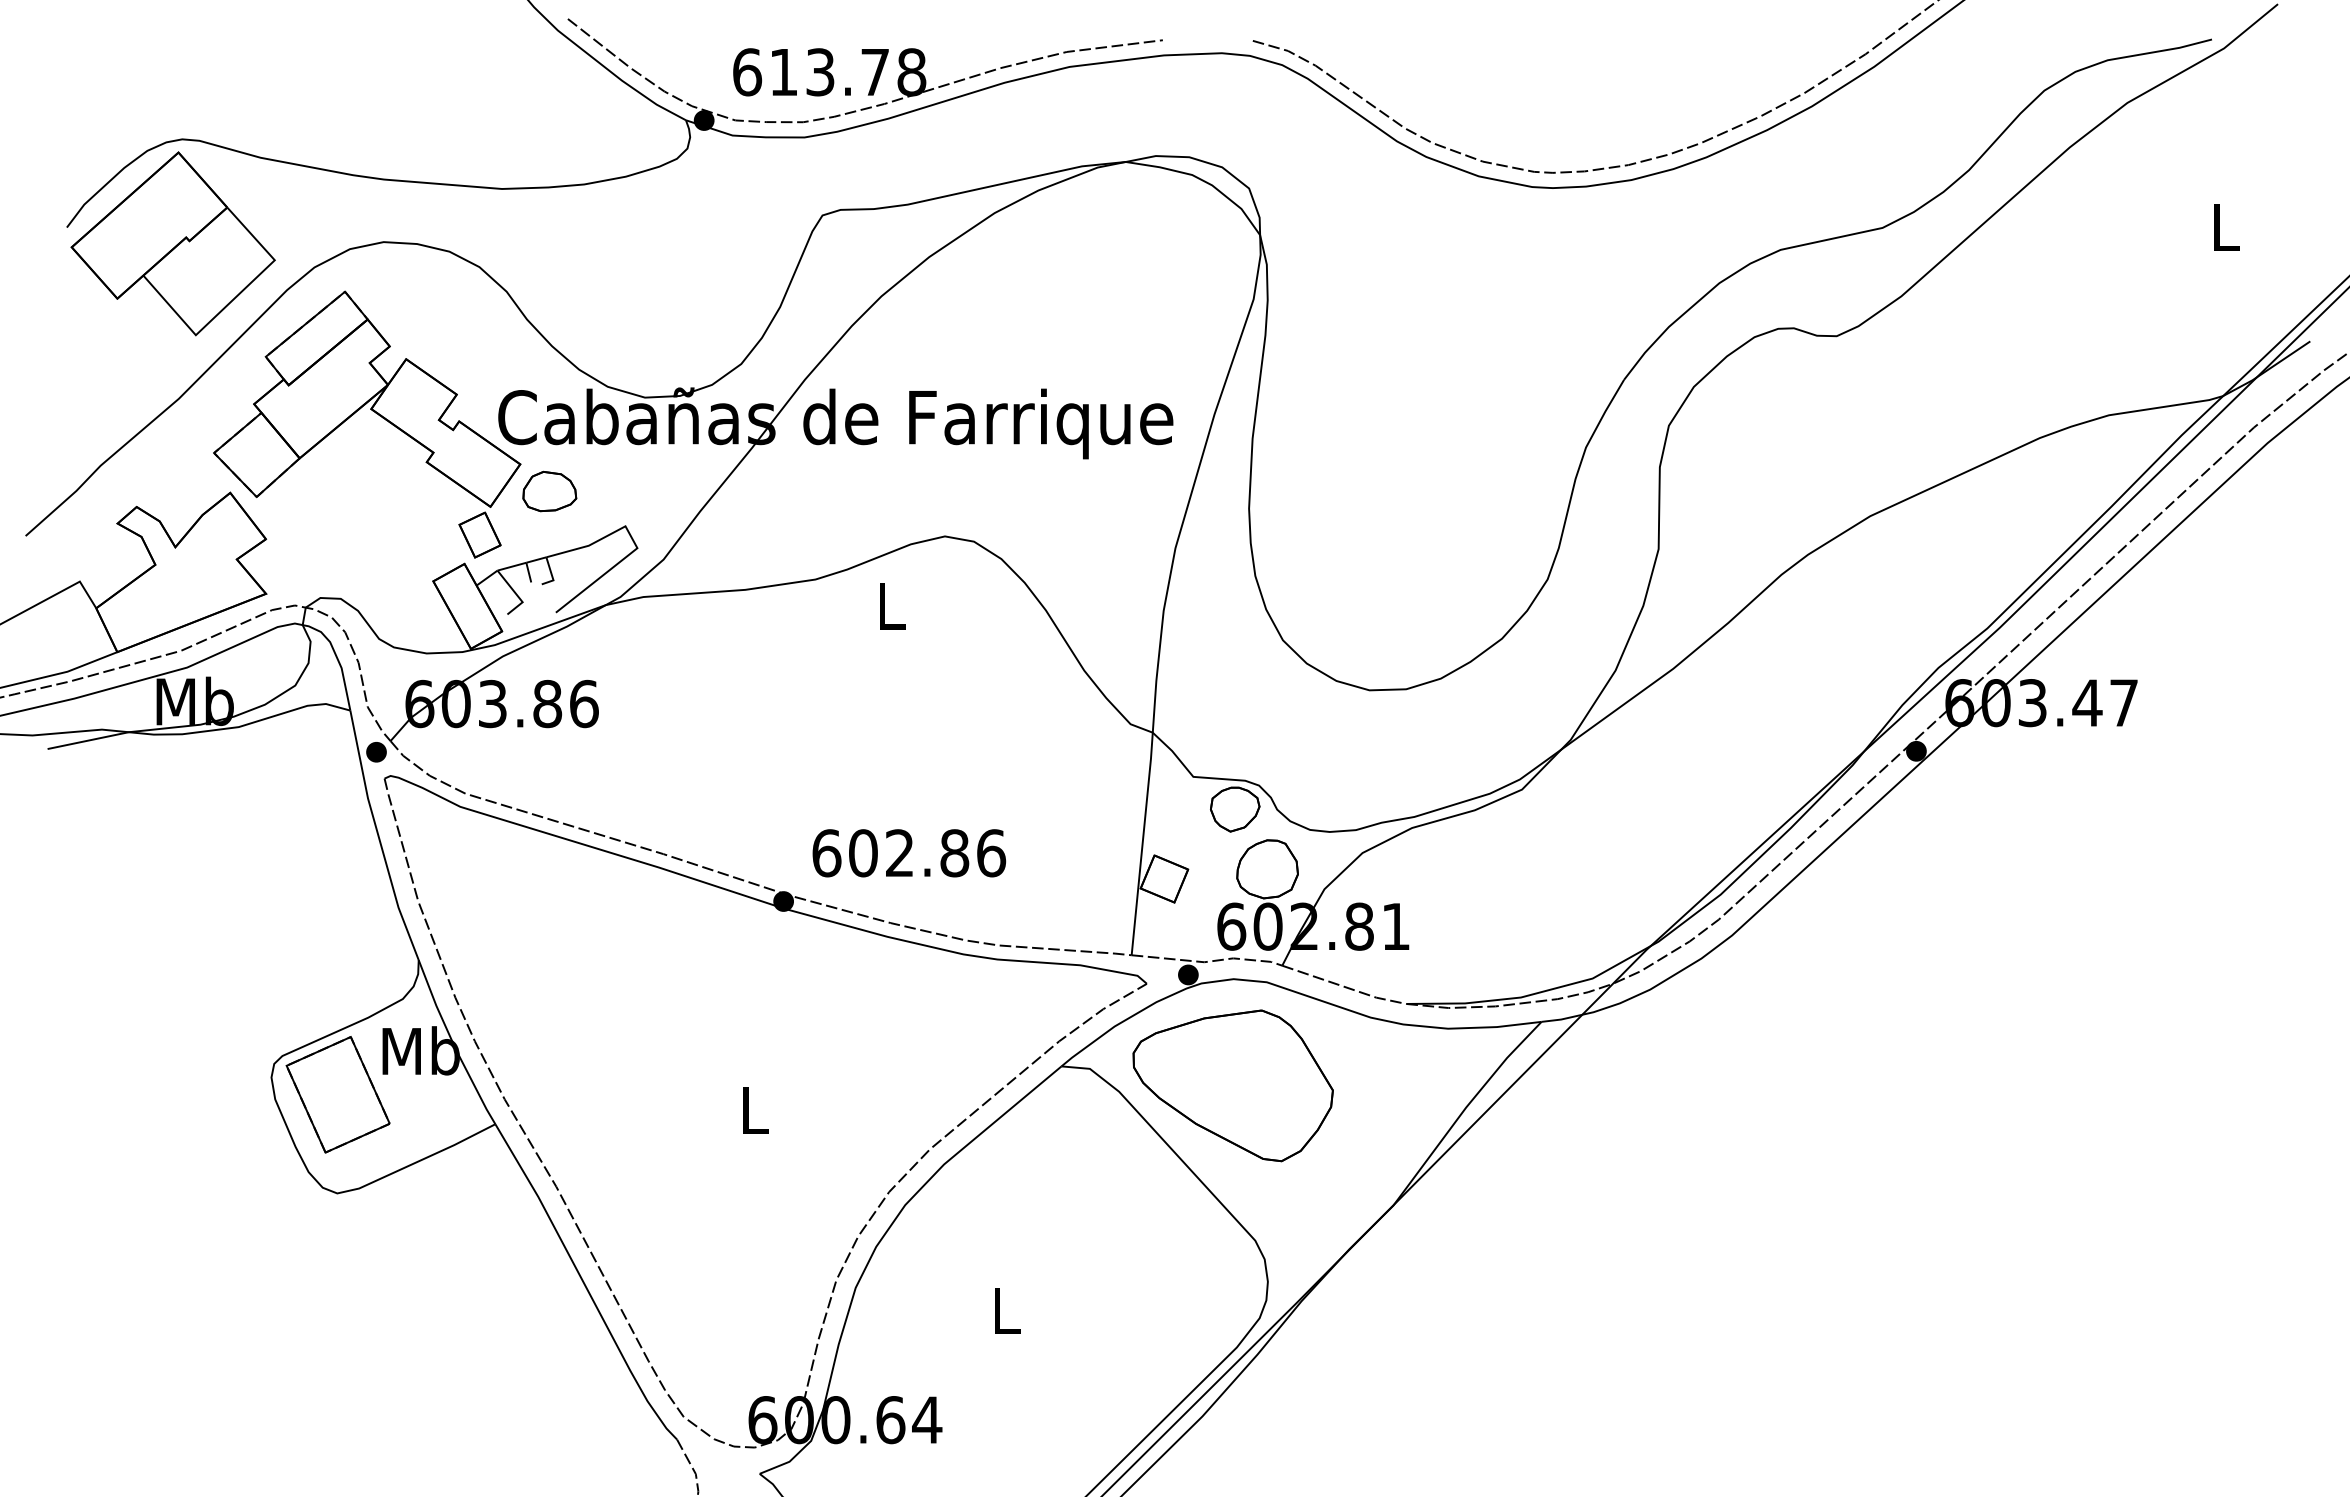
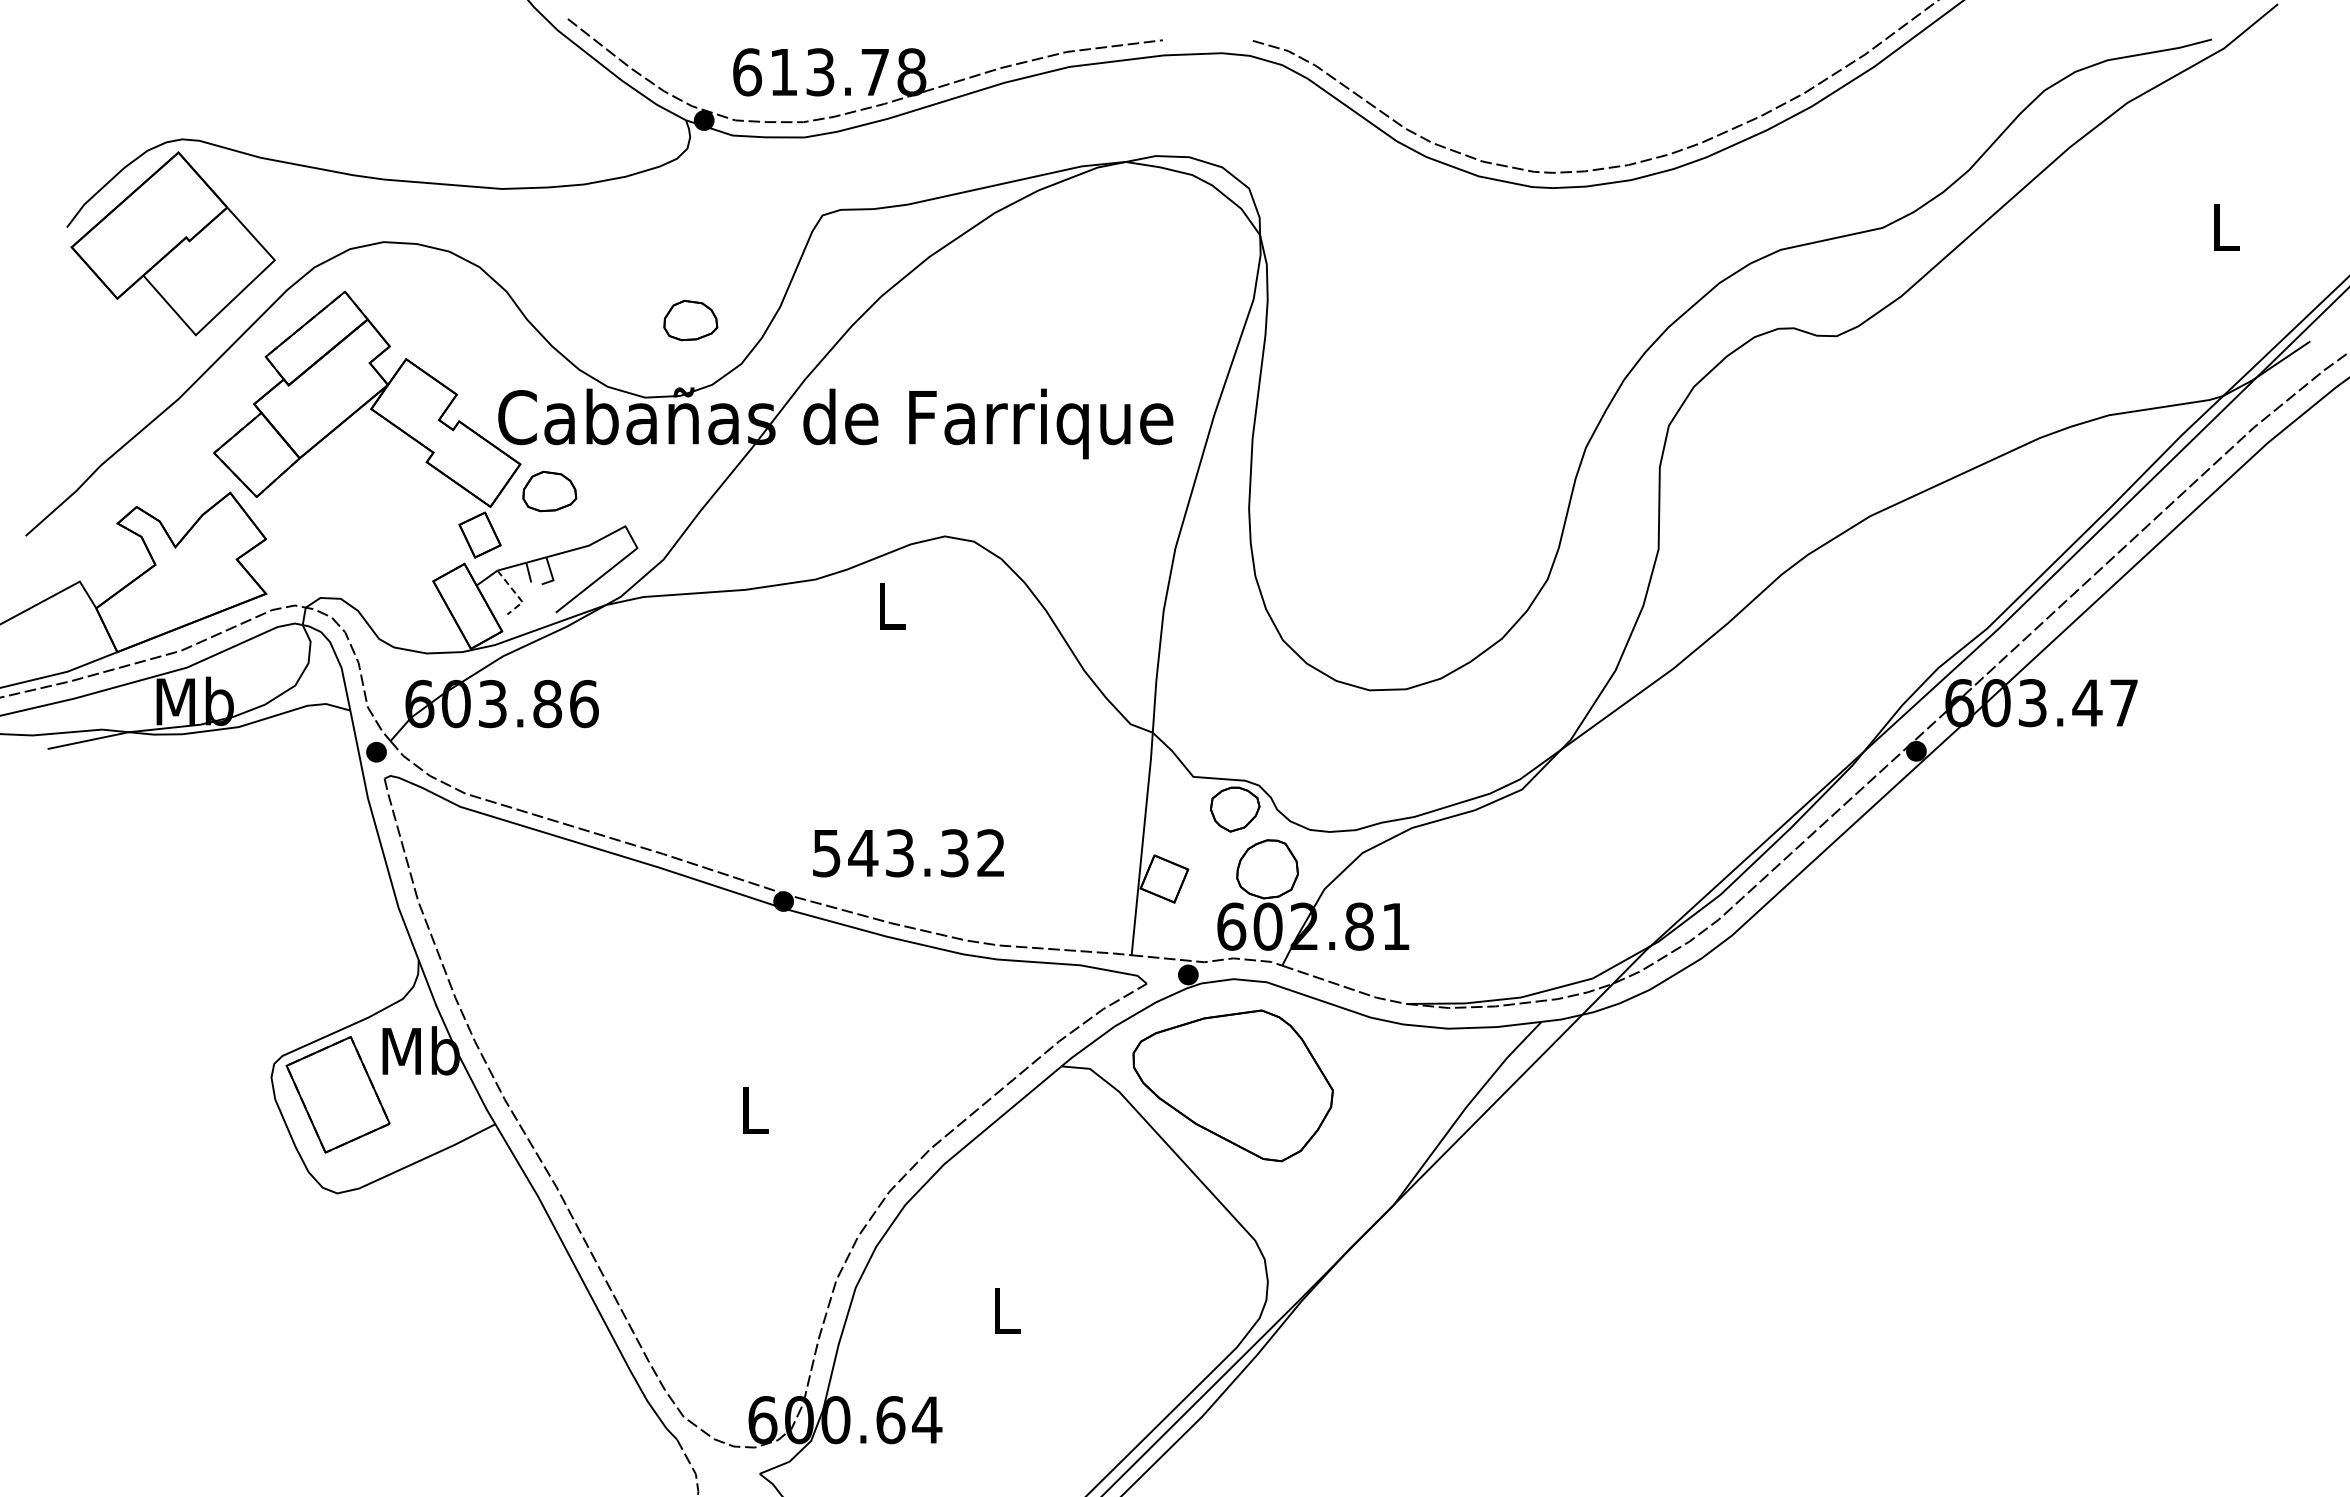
part at (690, 320): none -> present
line at (516, 594): solid -> dashed
text at (909, 853): 602.86 -> 543.32
